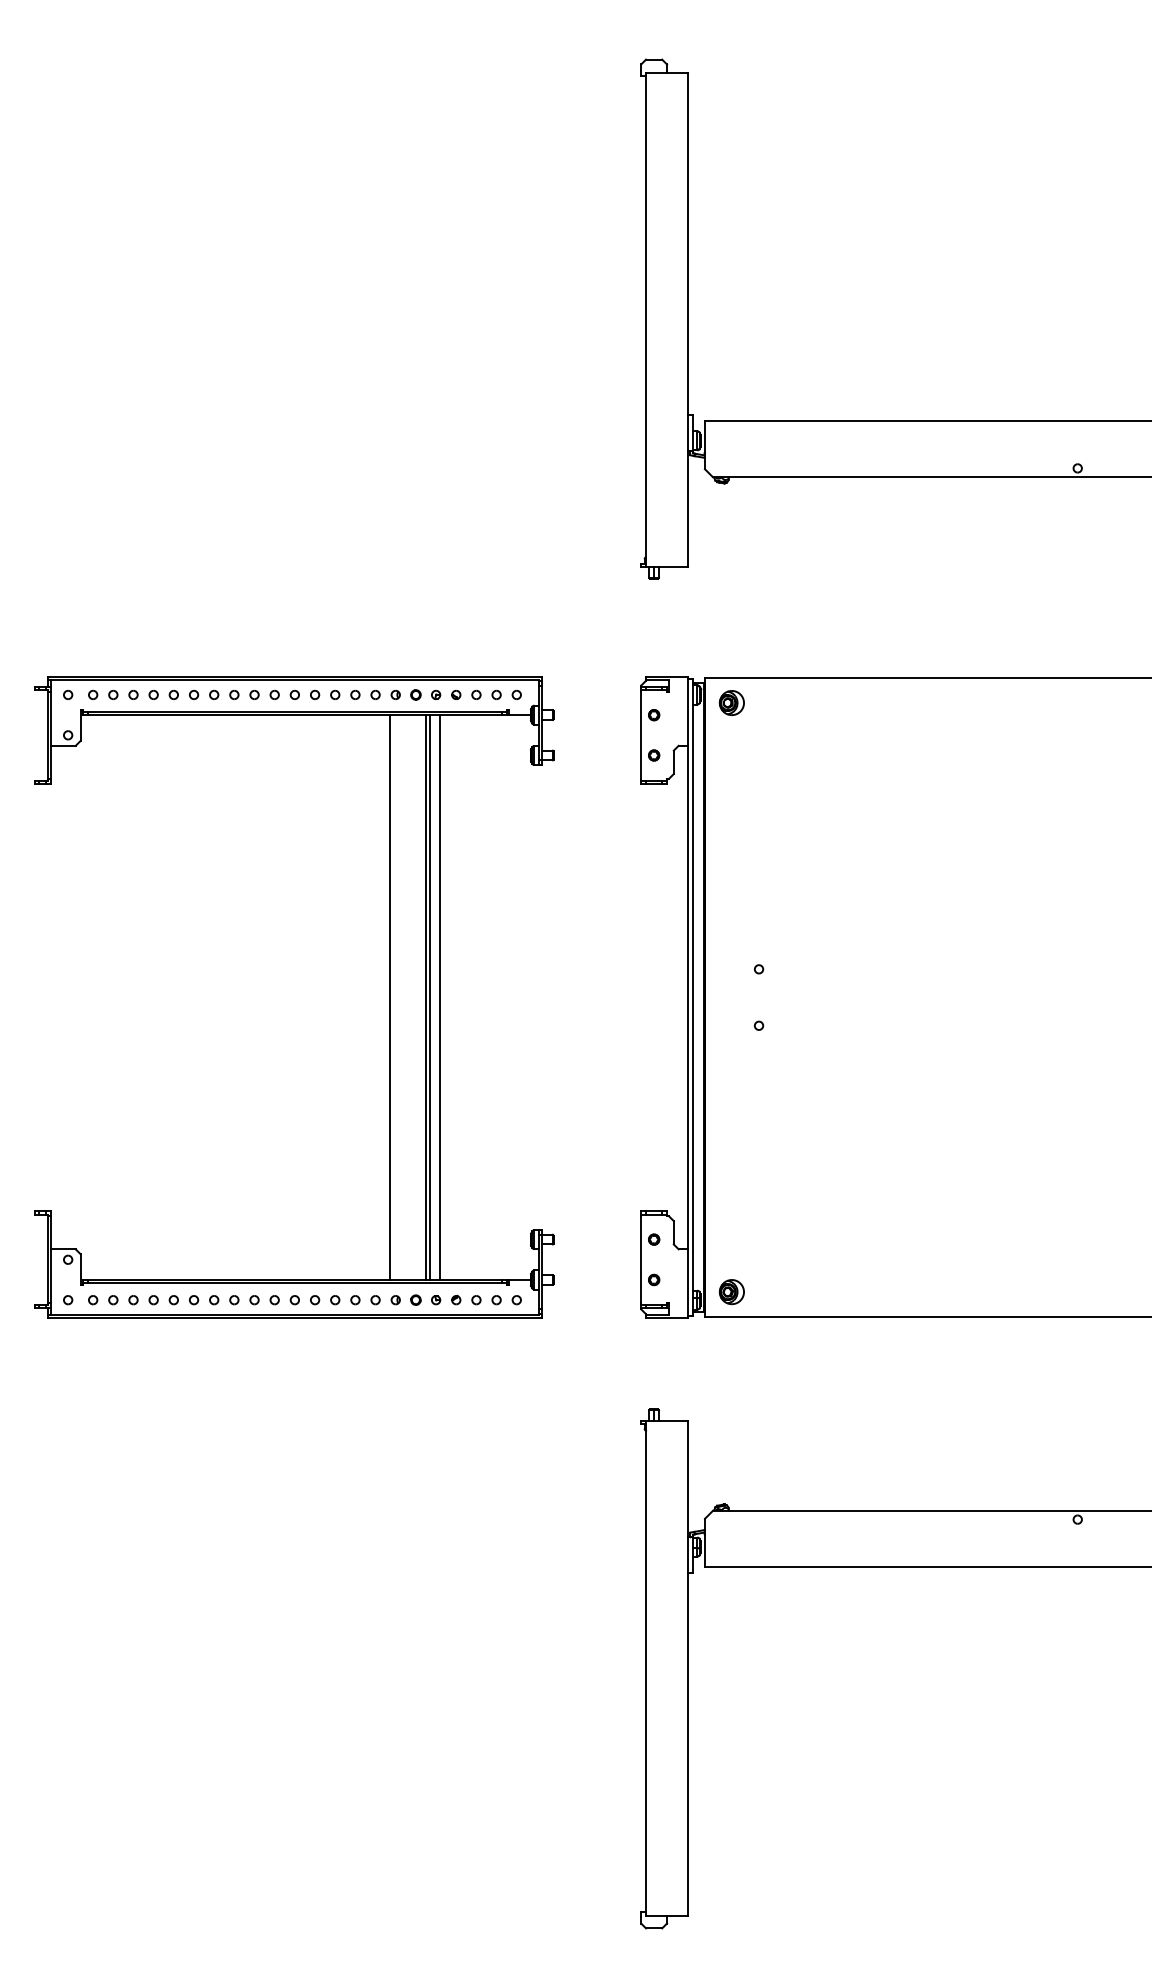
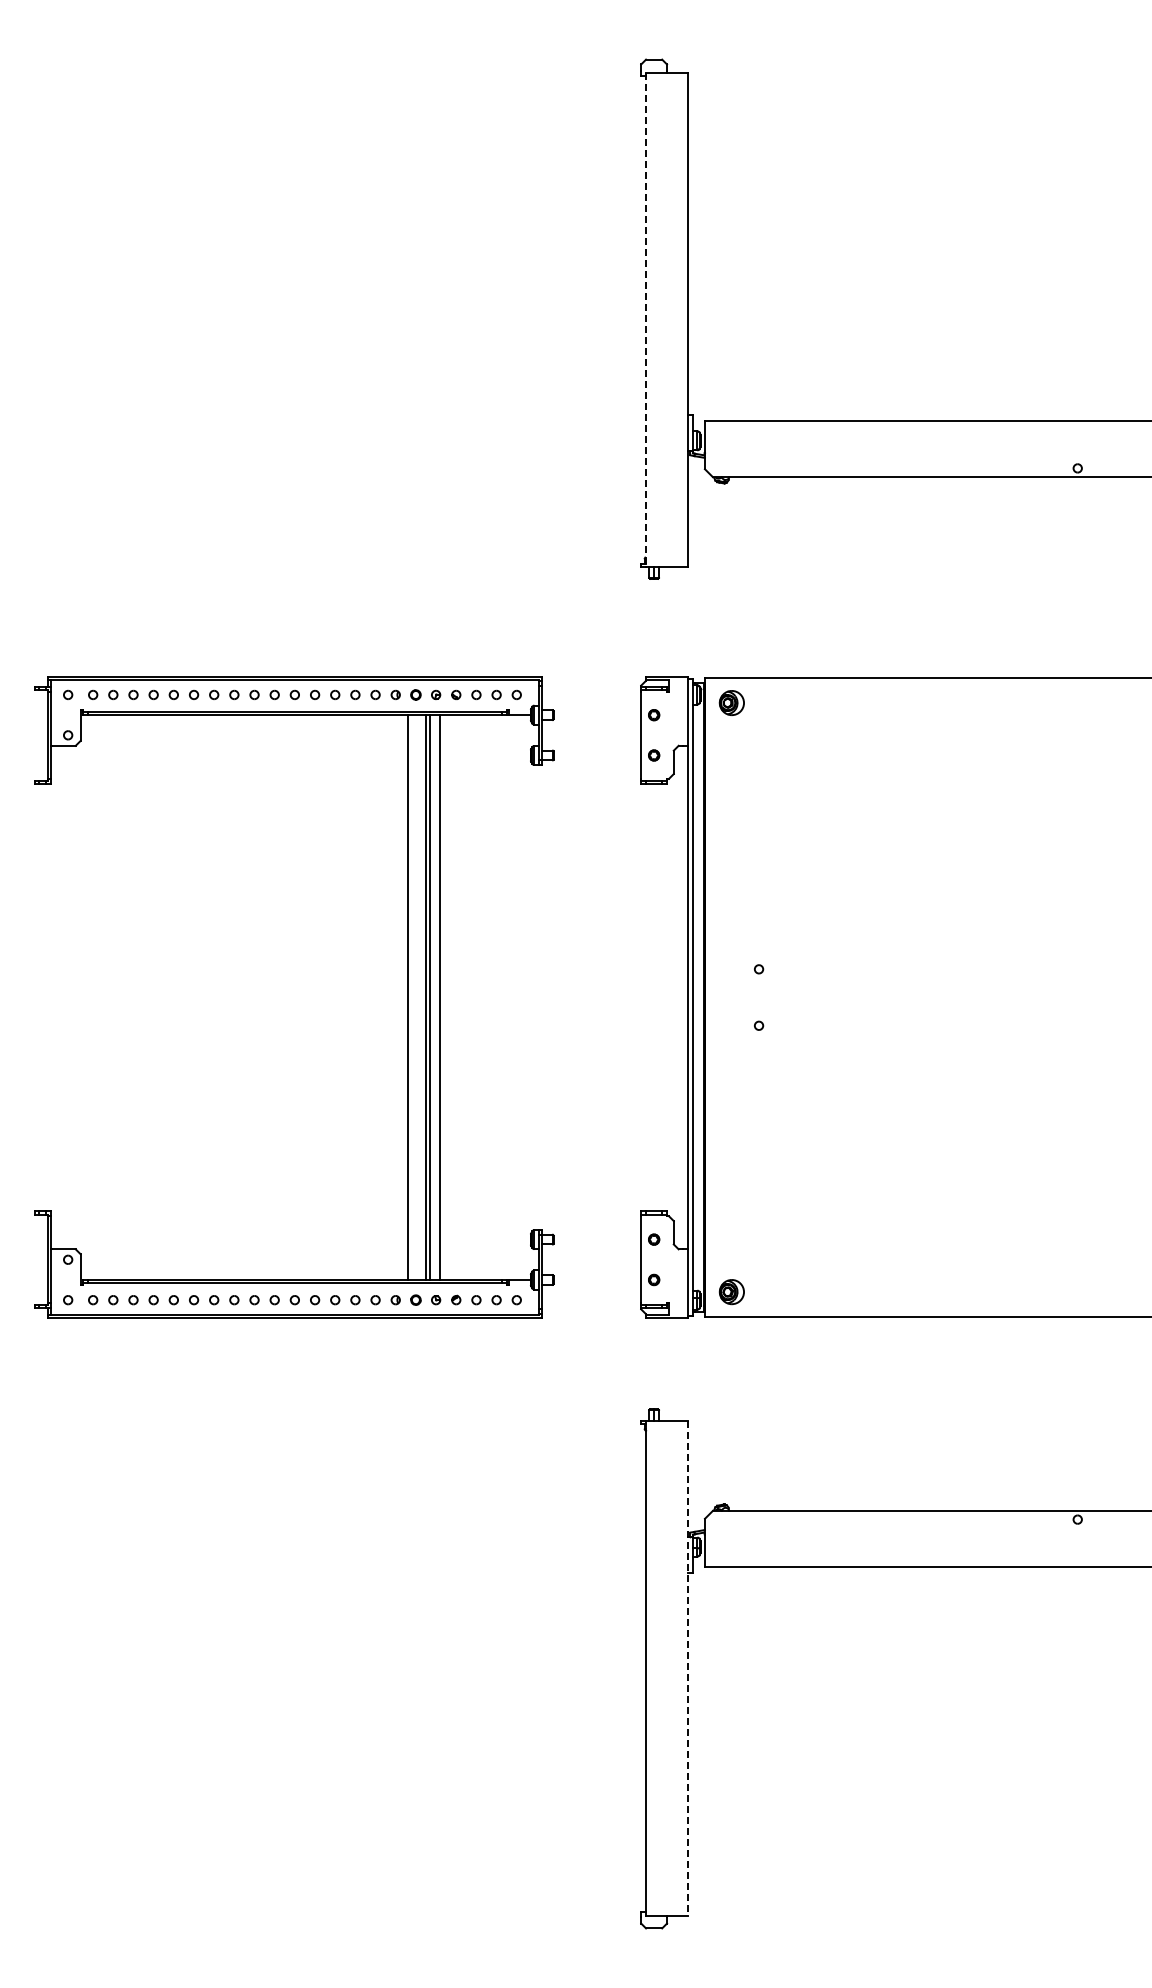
line at (646, 320): solid -> dashed
line at (390, 997) position: (390, 997) -> (408, 997)
line at (688, 1668): solid -> dashed
